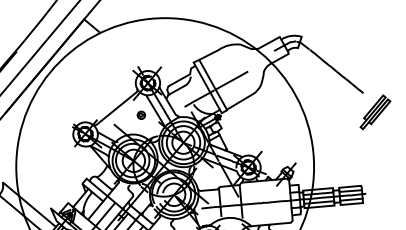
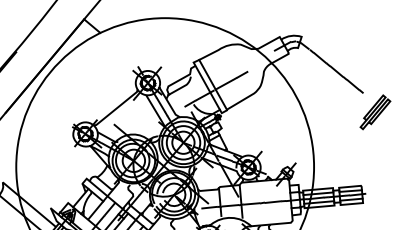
line at (40, 47): present -> none
part at (140, 114): present -> none
